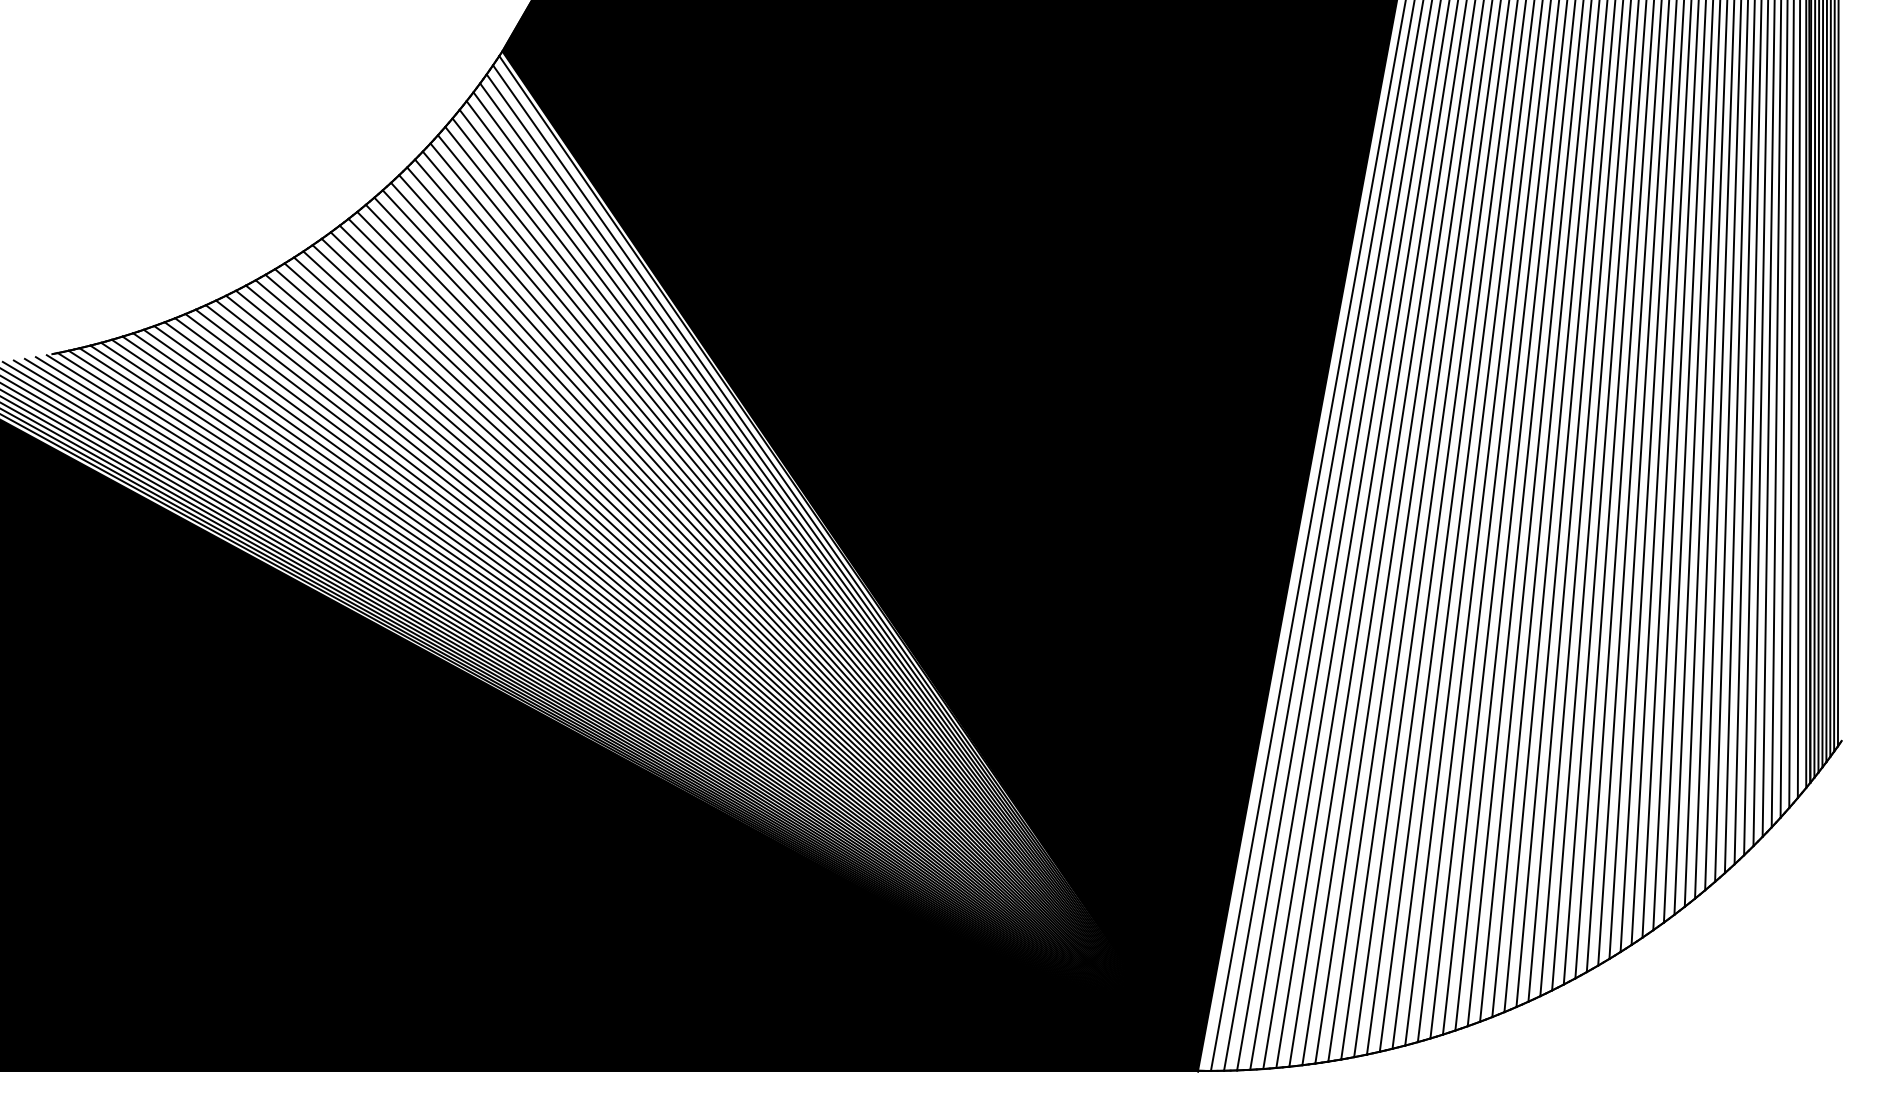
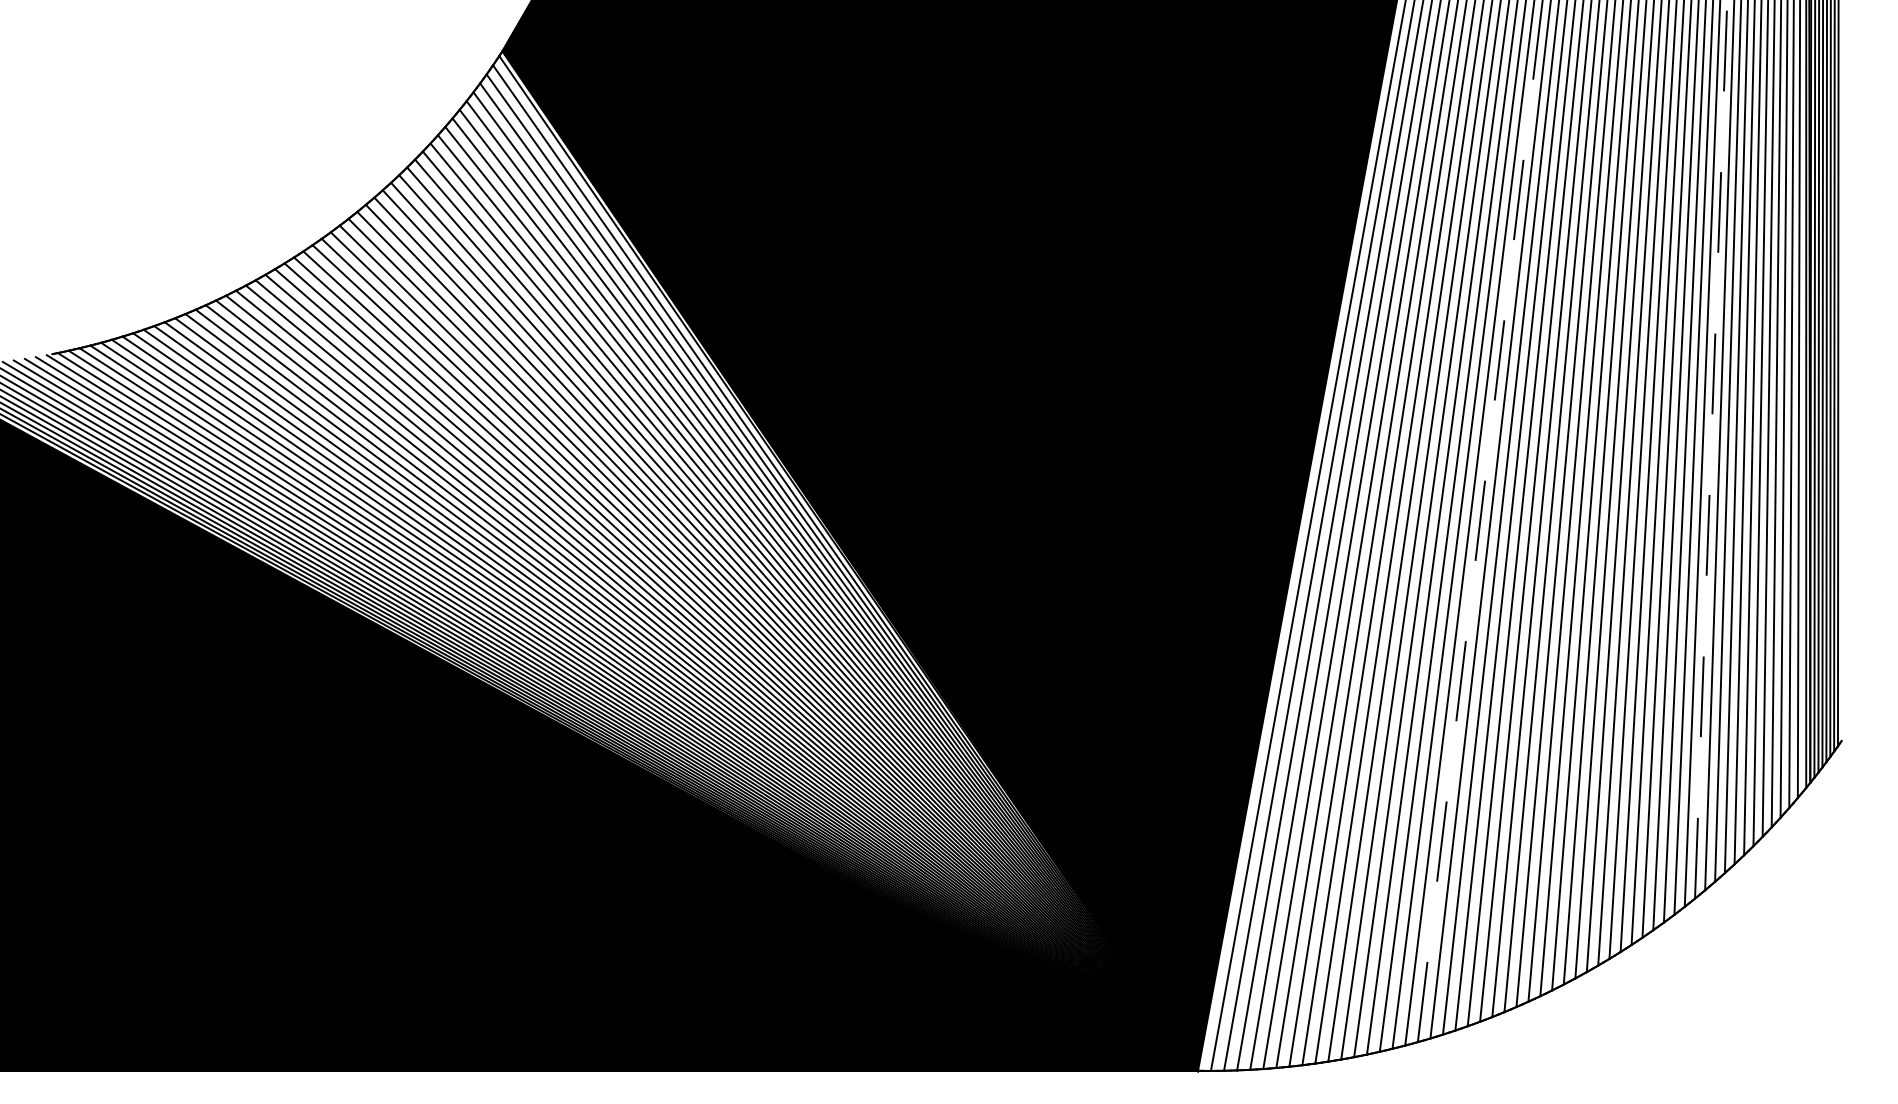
line at (1711, 449): solid -> dashed
line at (1480, 520): solid -> dashed
